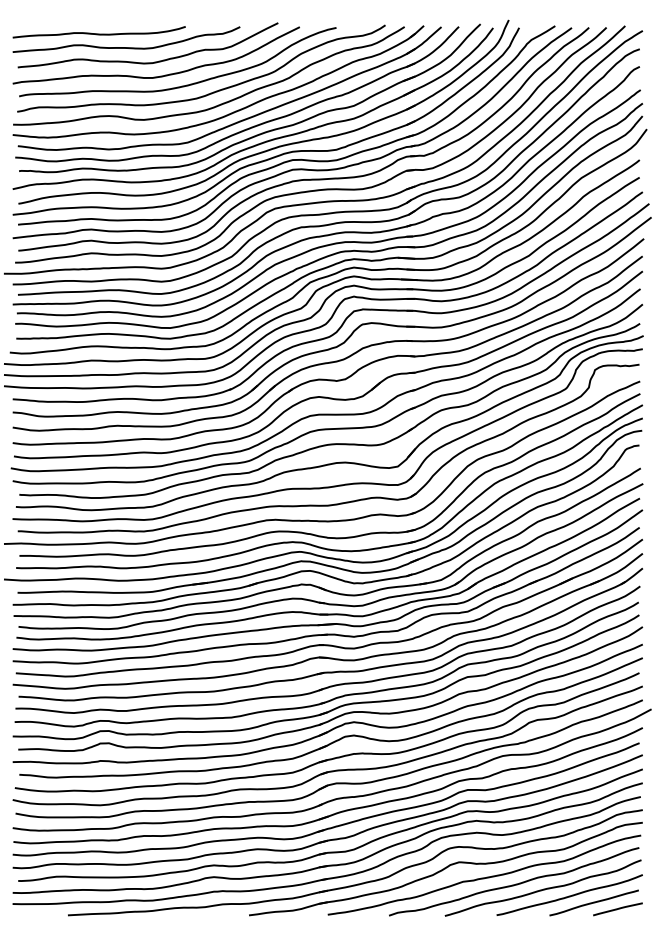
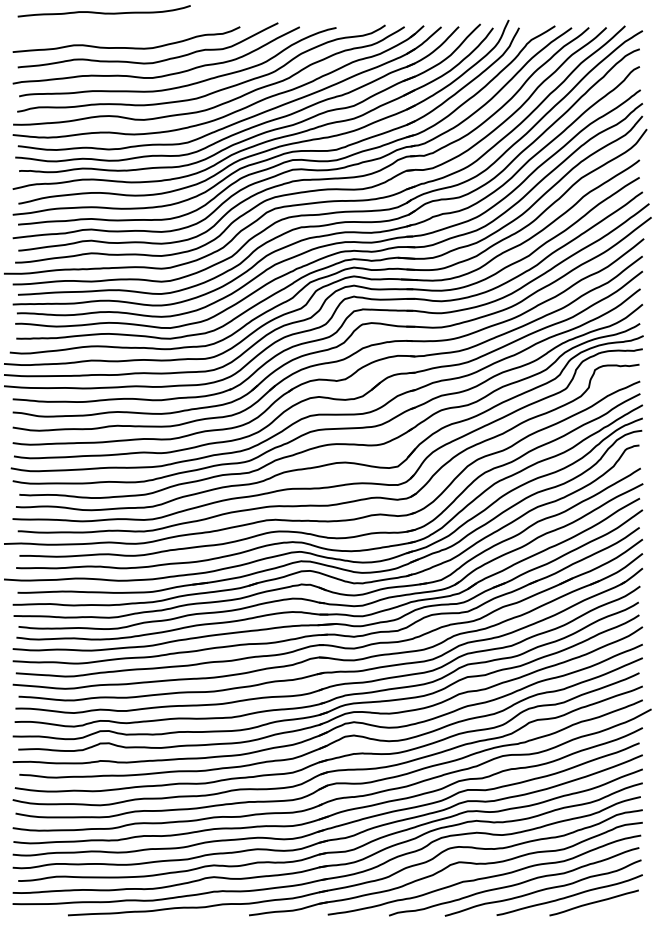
curve at (98, 33) position: (98, 33) -> (103, 12)
line at (617, 909): present -> none
